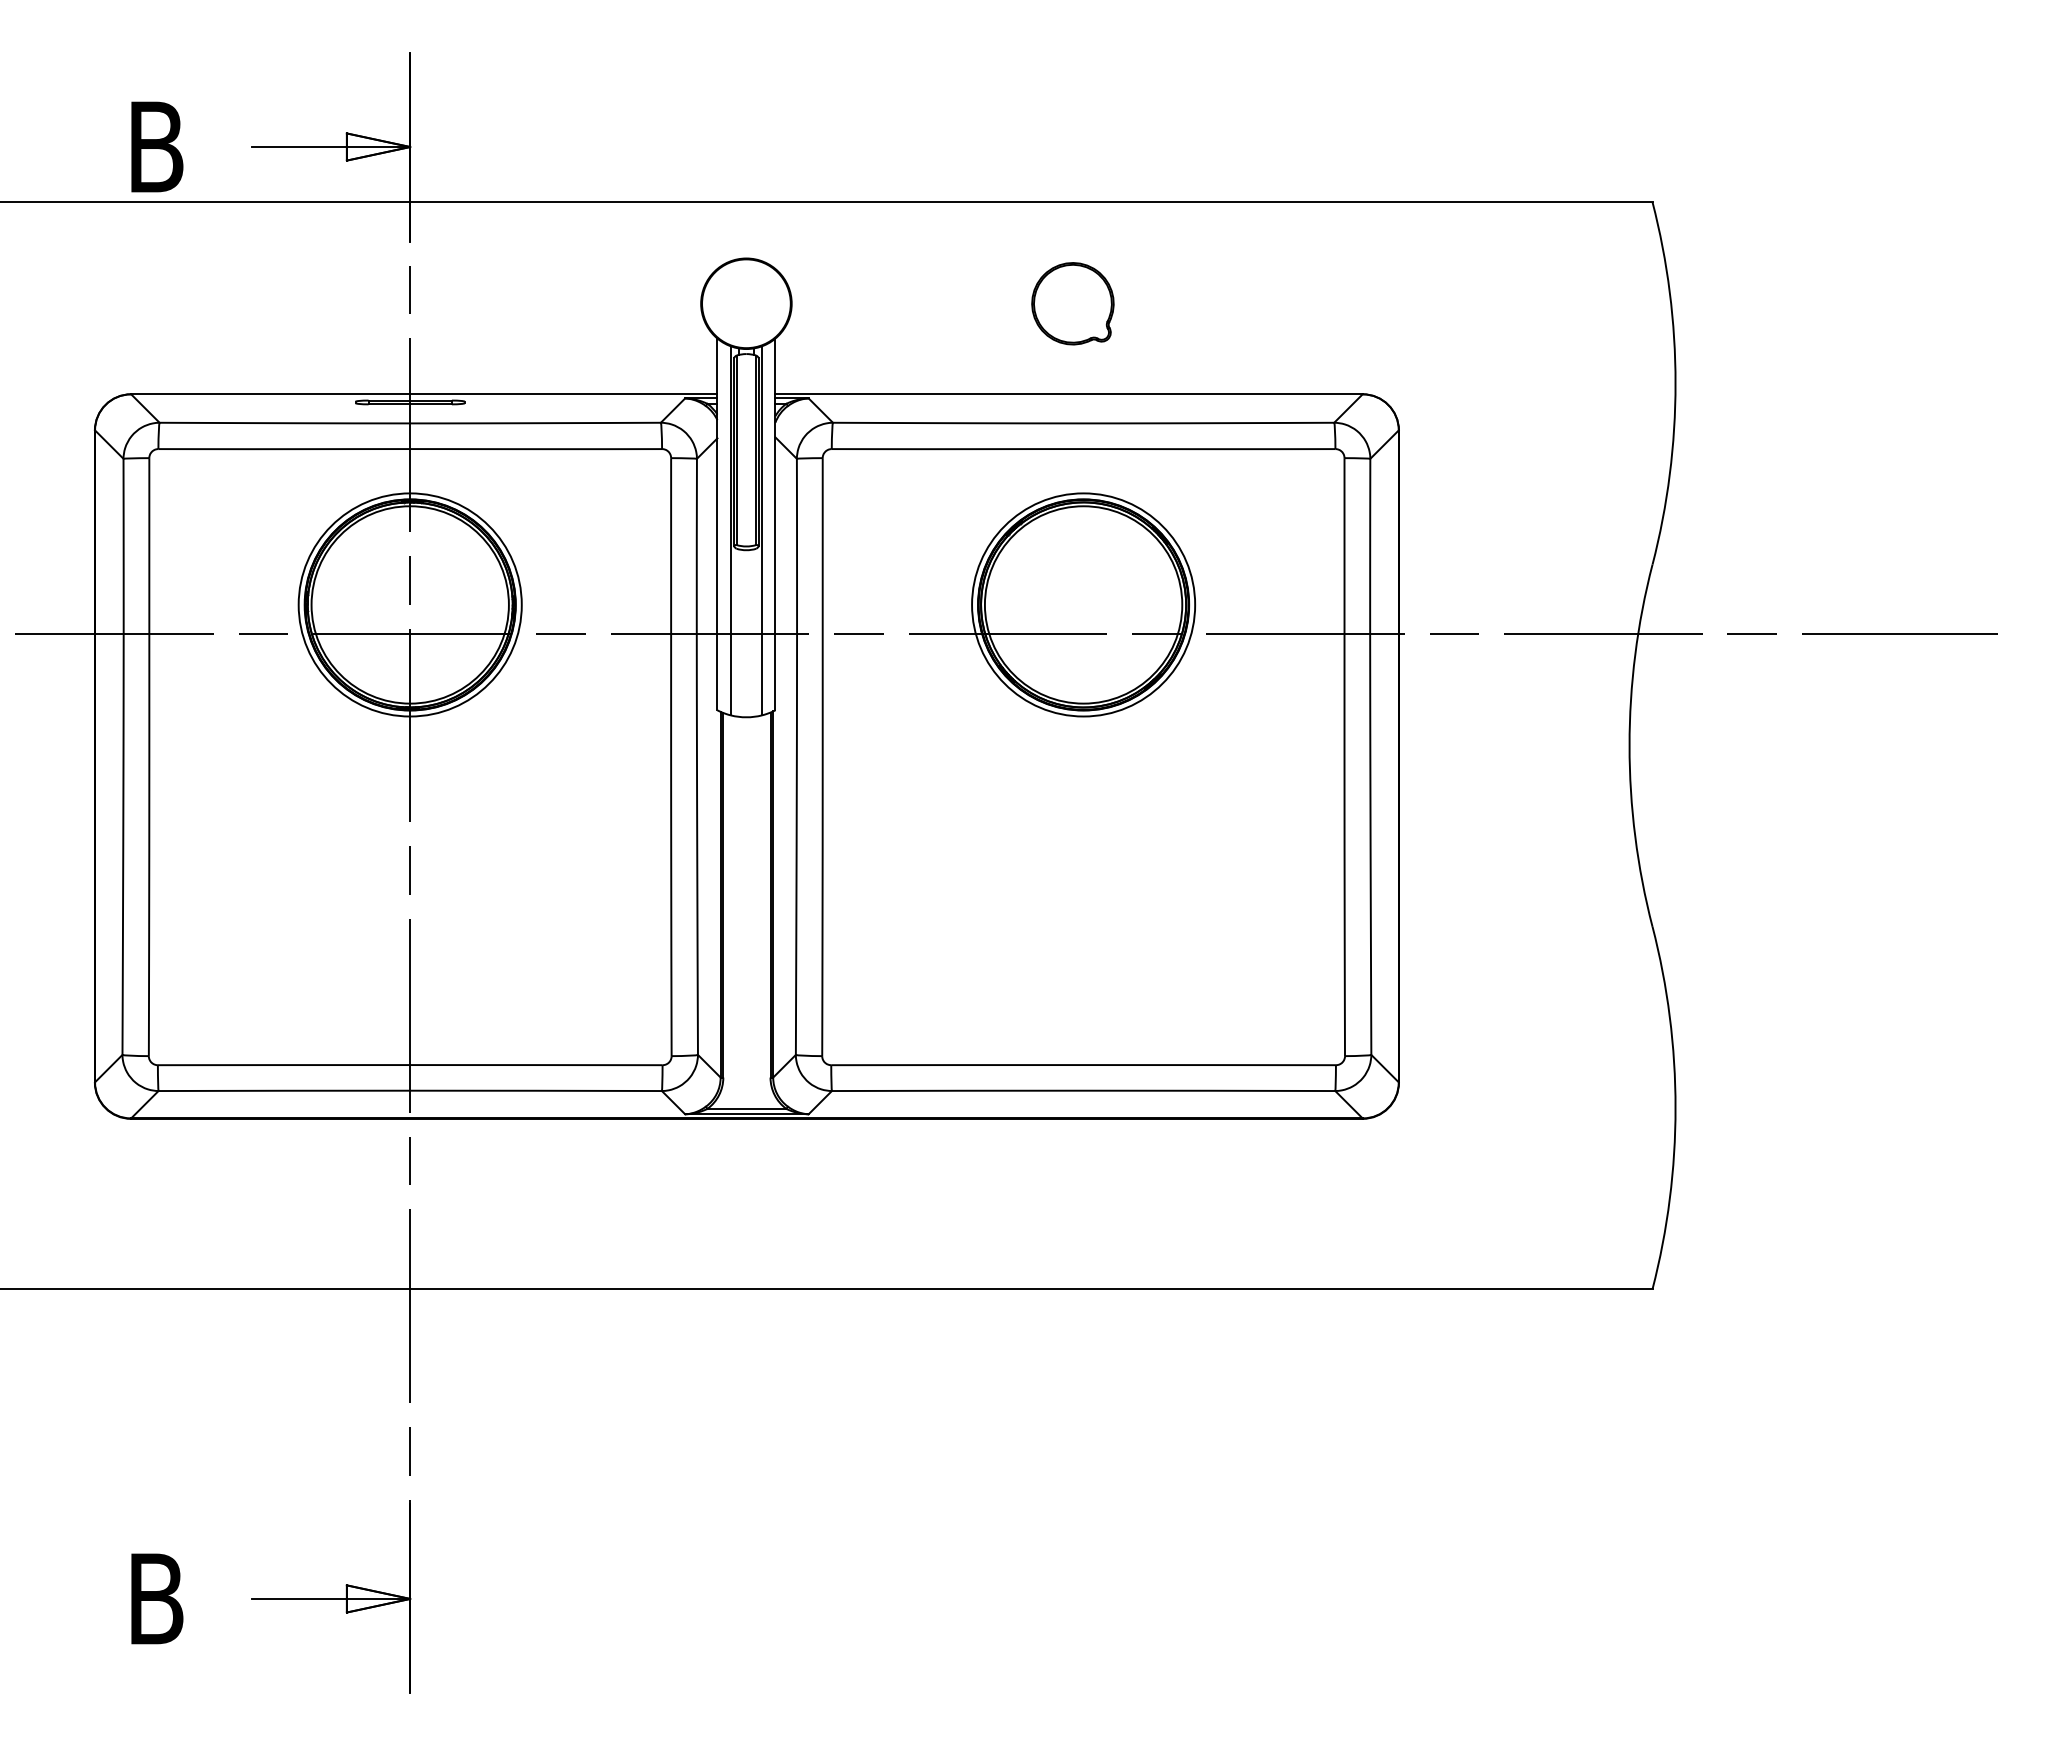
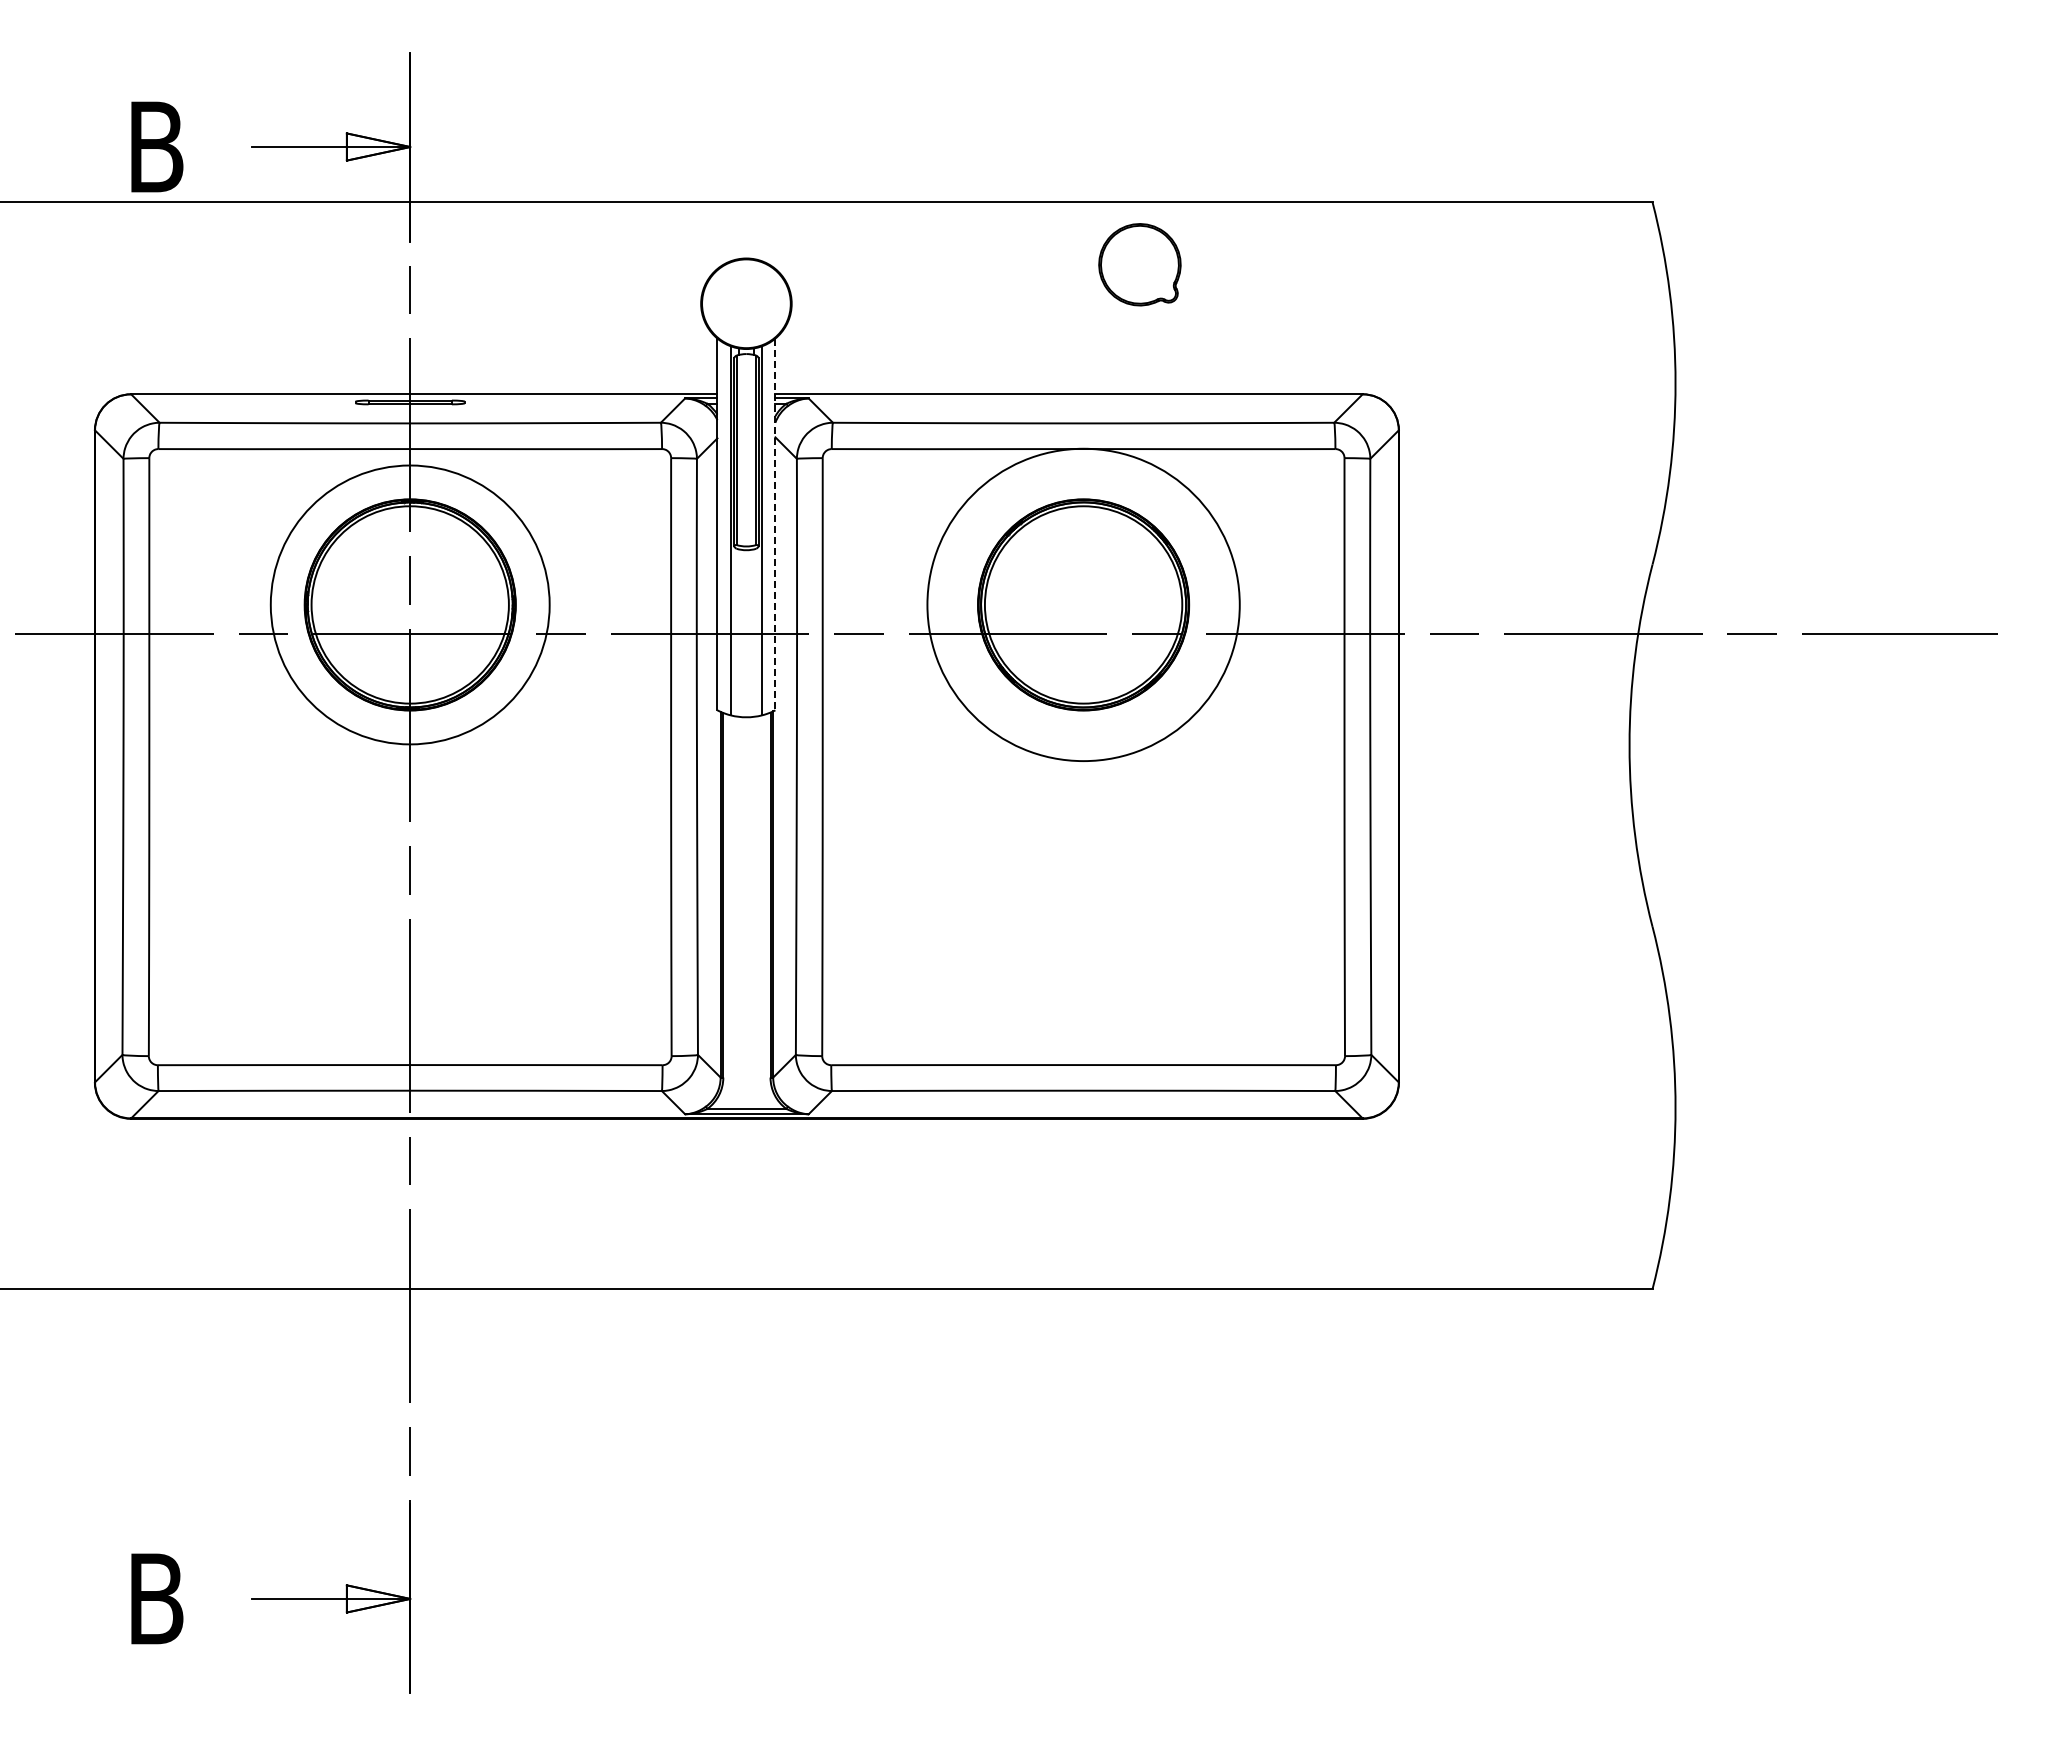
part at (1072, 303) position: (1072, 303) -> (1139, 264)
line at (775, 524): solid -> dashed
circle at (409, 604) diameter: 223 px -> 279 px
circle at (1083, 604) diameter: 223 px -> 312 px
